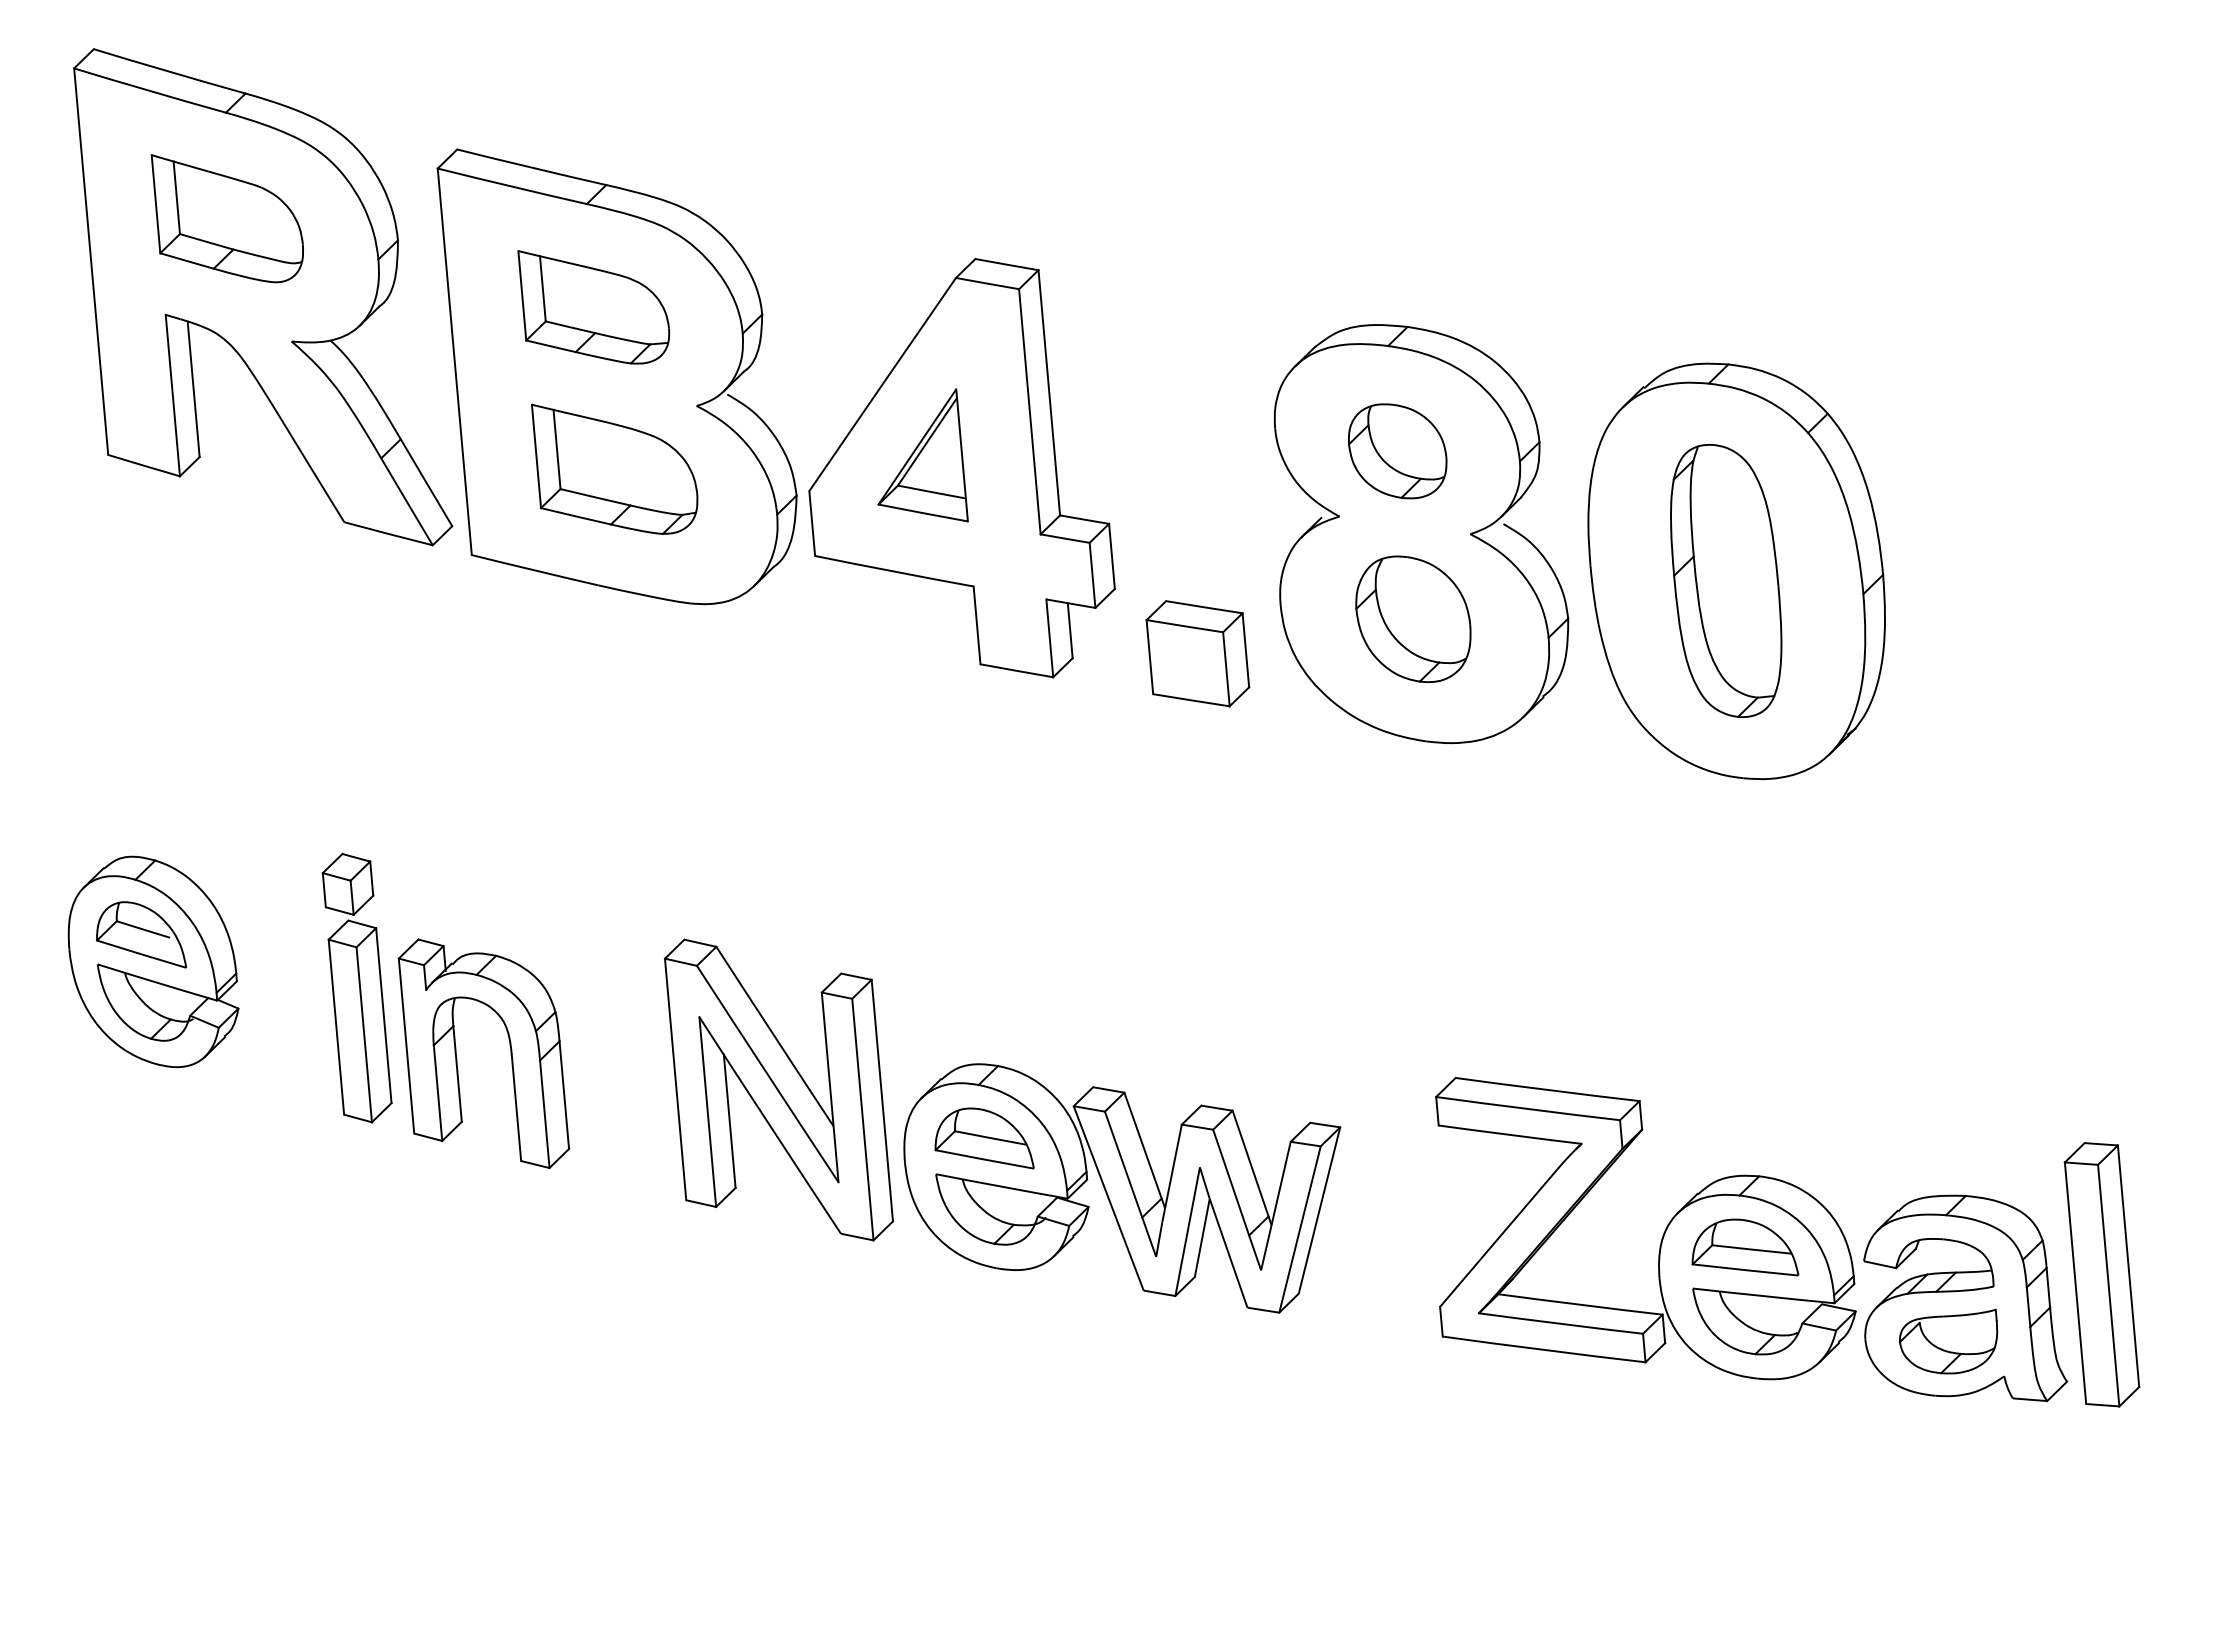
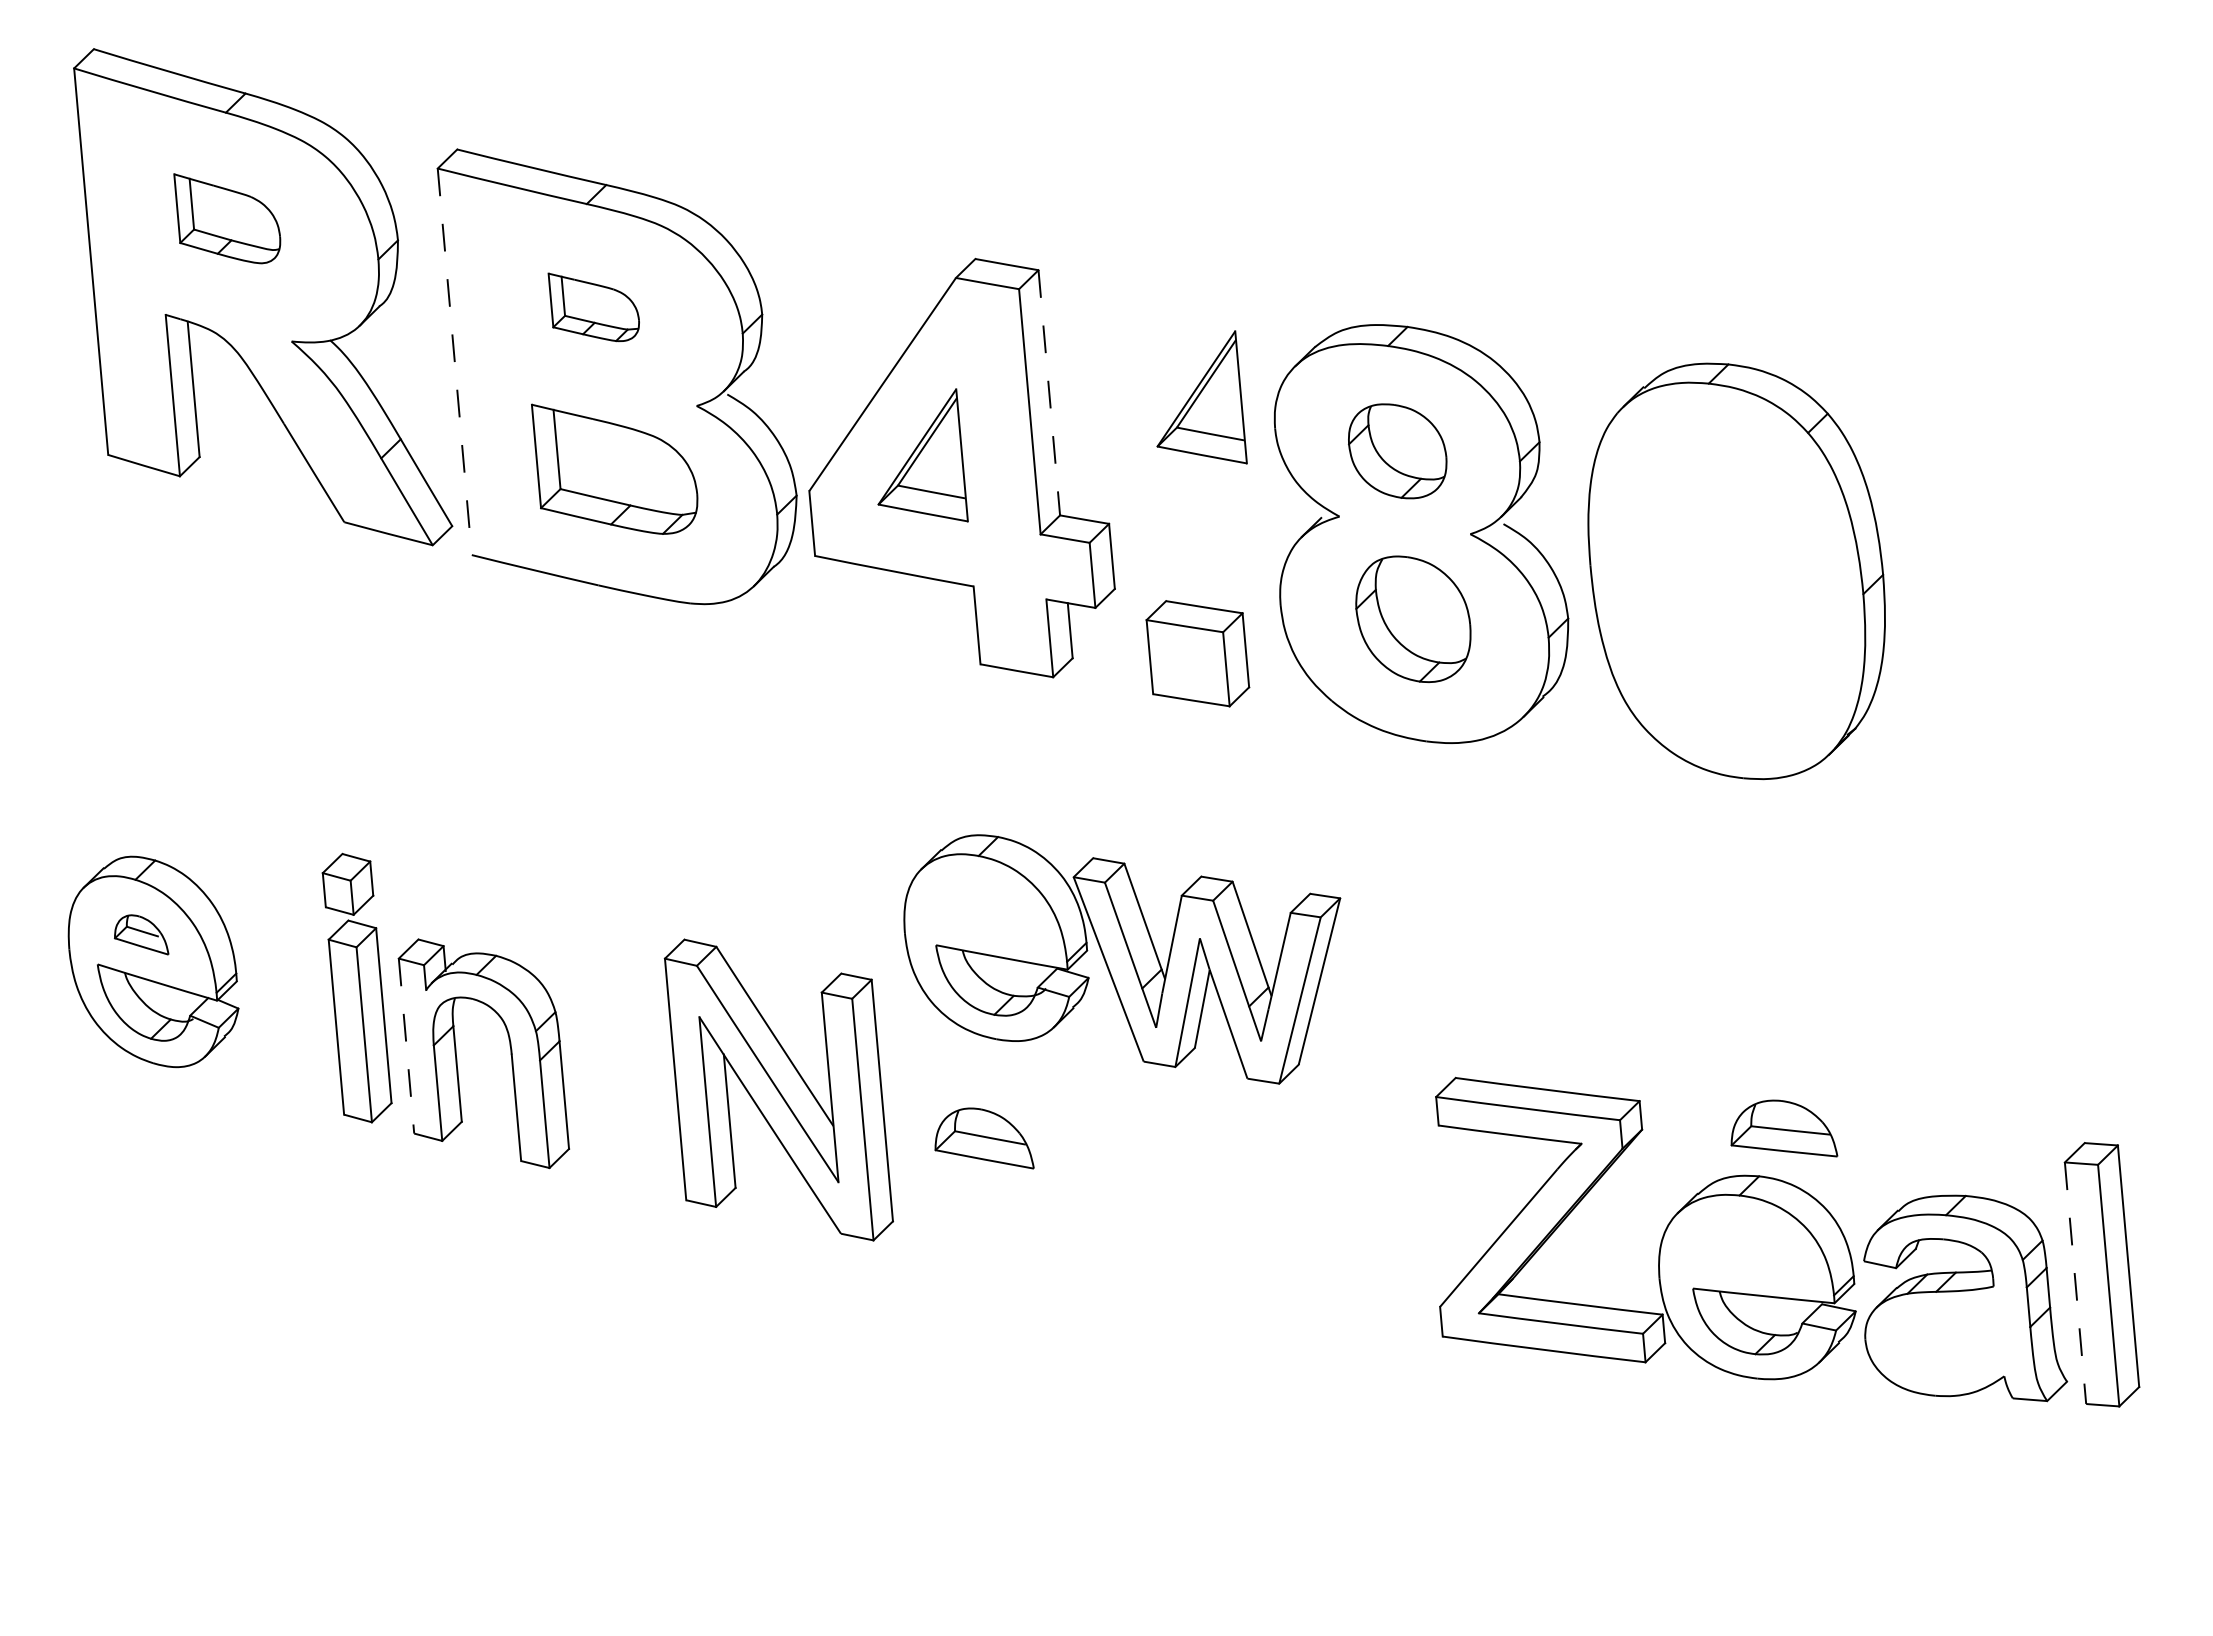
part at (226, 218) size: 154x130 px -> 109x92 px
part at (593, 307) size: 154x115 px -> 93x71 px
line at (454, 362): solid -> dashed
line at (1049, 393): solid -> dashed
part at (1201, 397): none -> present
part at (1726, 580): present -> none
part at (141, 934) size: 92x68 px -> 56x42 px
line at (406, 1046): solid -> dashed
part at (1122, 1188) position: (1122, 1188) -> (1122, 959)
part at (1745, 1247) position: (1745, 1247) -> (1784, 1128)
line at (2075, 1283): solid -> dashed
part at (1948, 1341): present -> none
